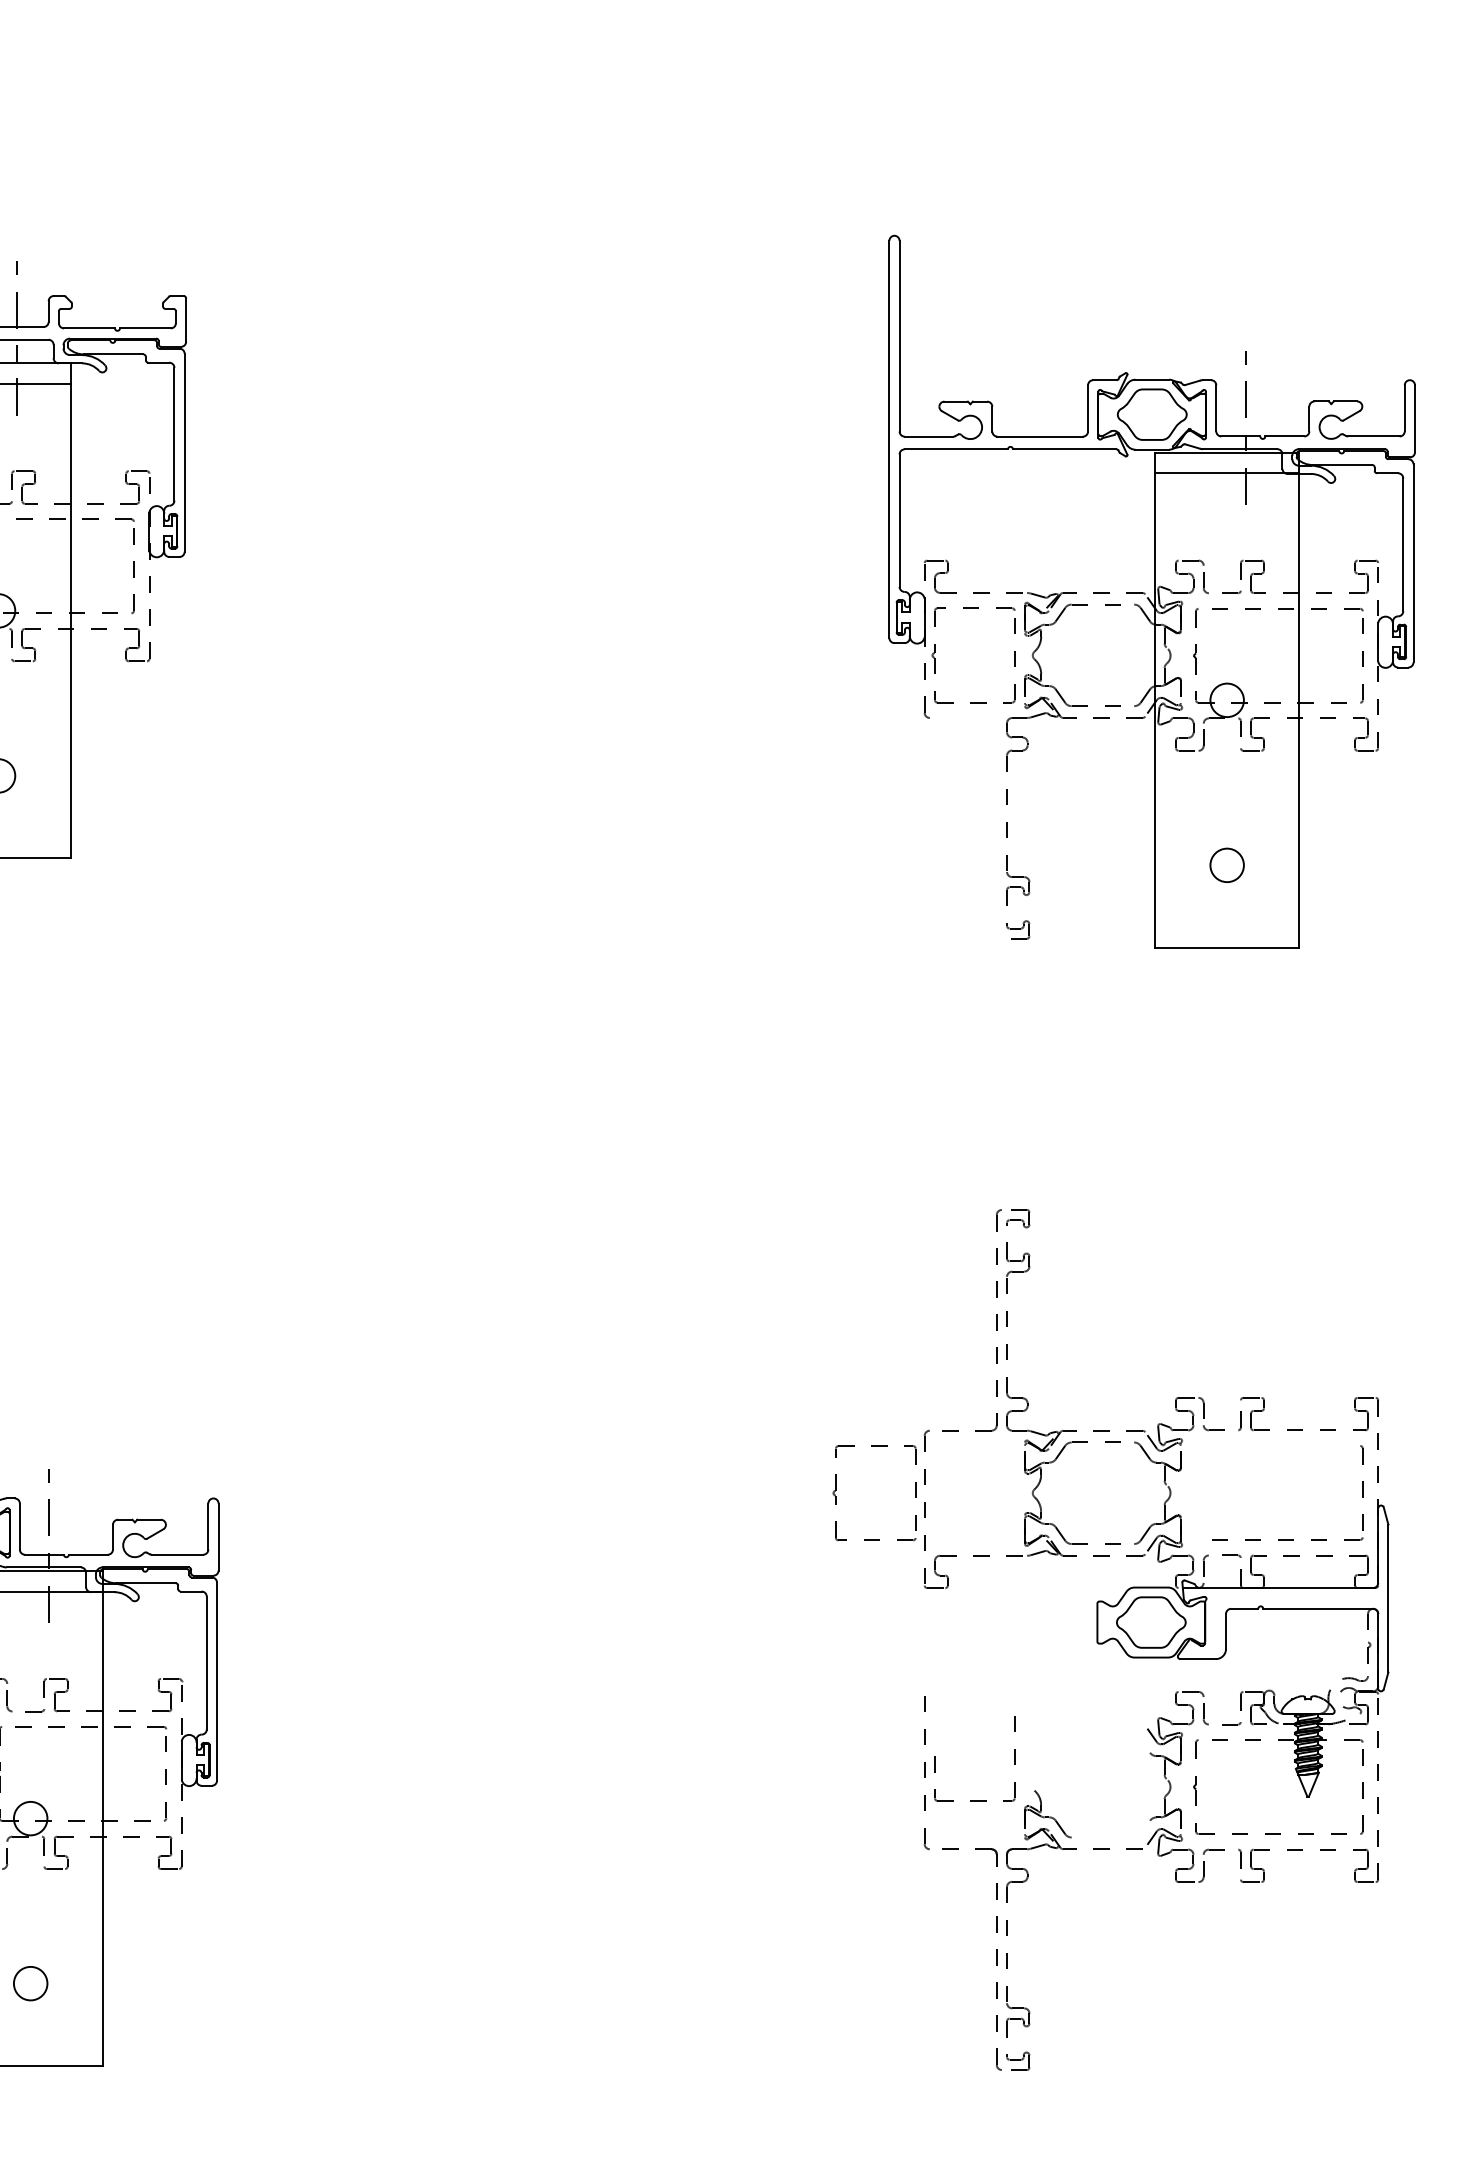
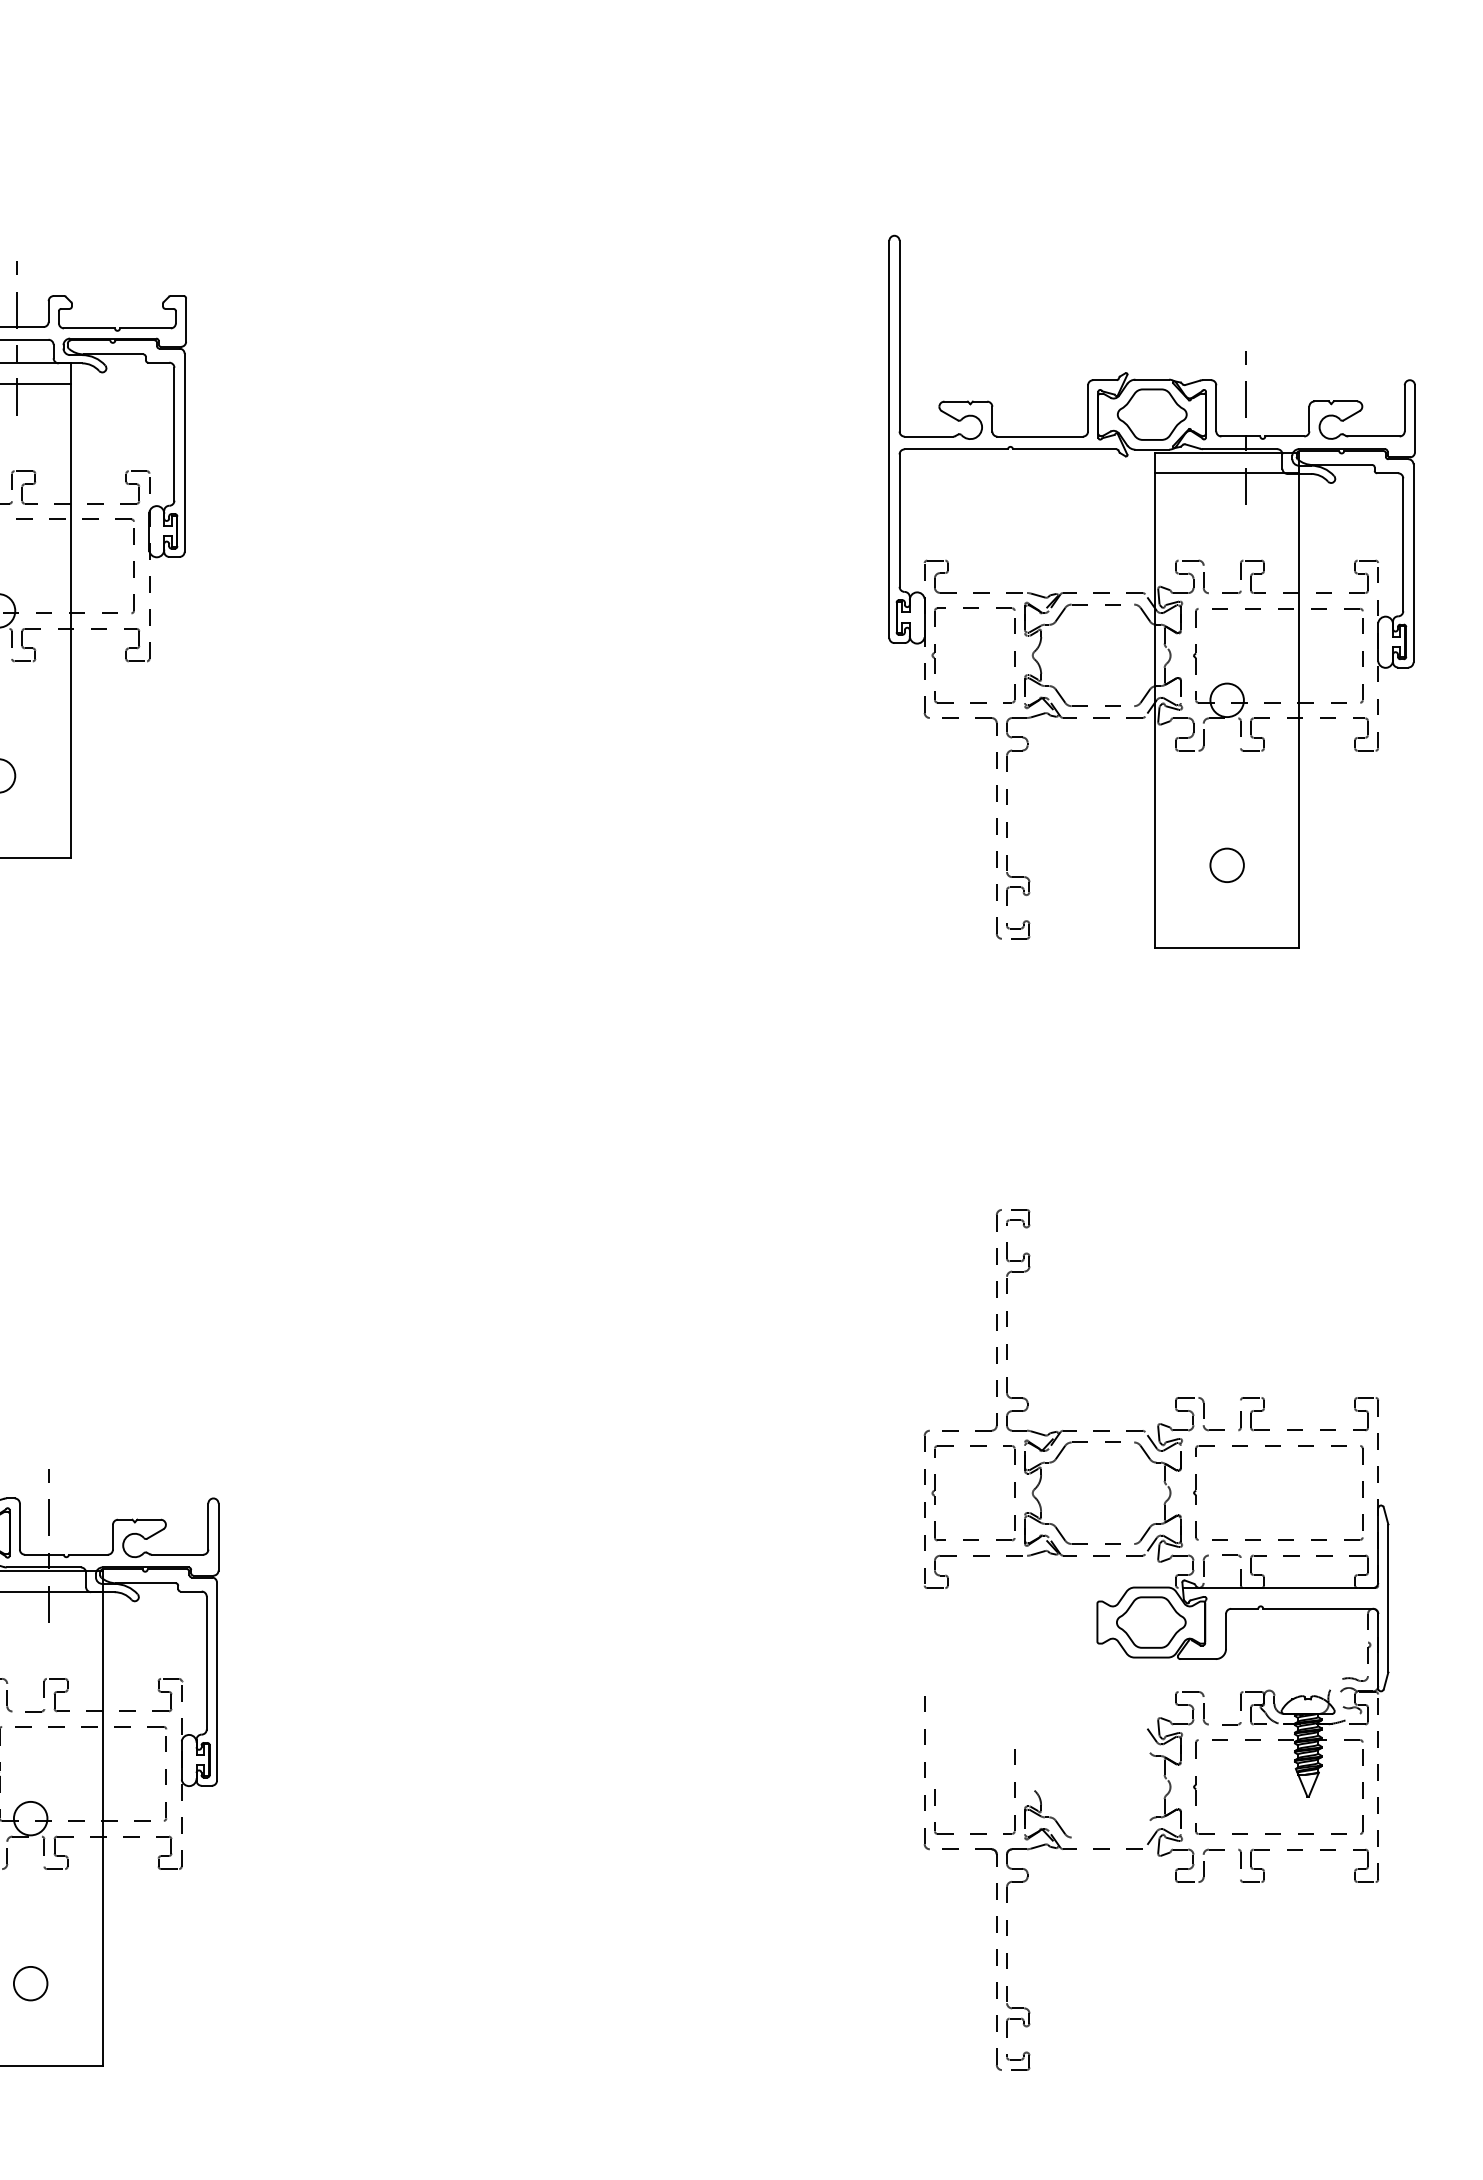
part at (996, 828): none -> present
part at (1269, 1446): none -> present
part at (836, 1490) position: (836, 1490) -> (935, 1490)
part at (935, 1758) position: (935, 1758) -> (935, 1791)
